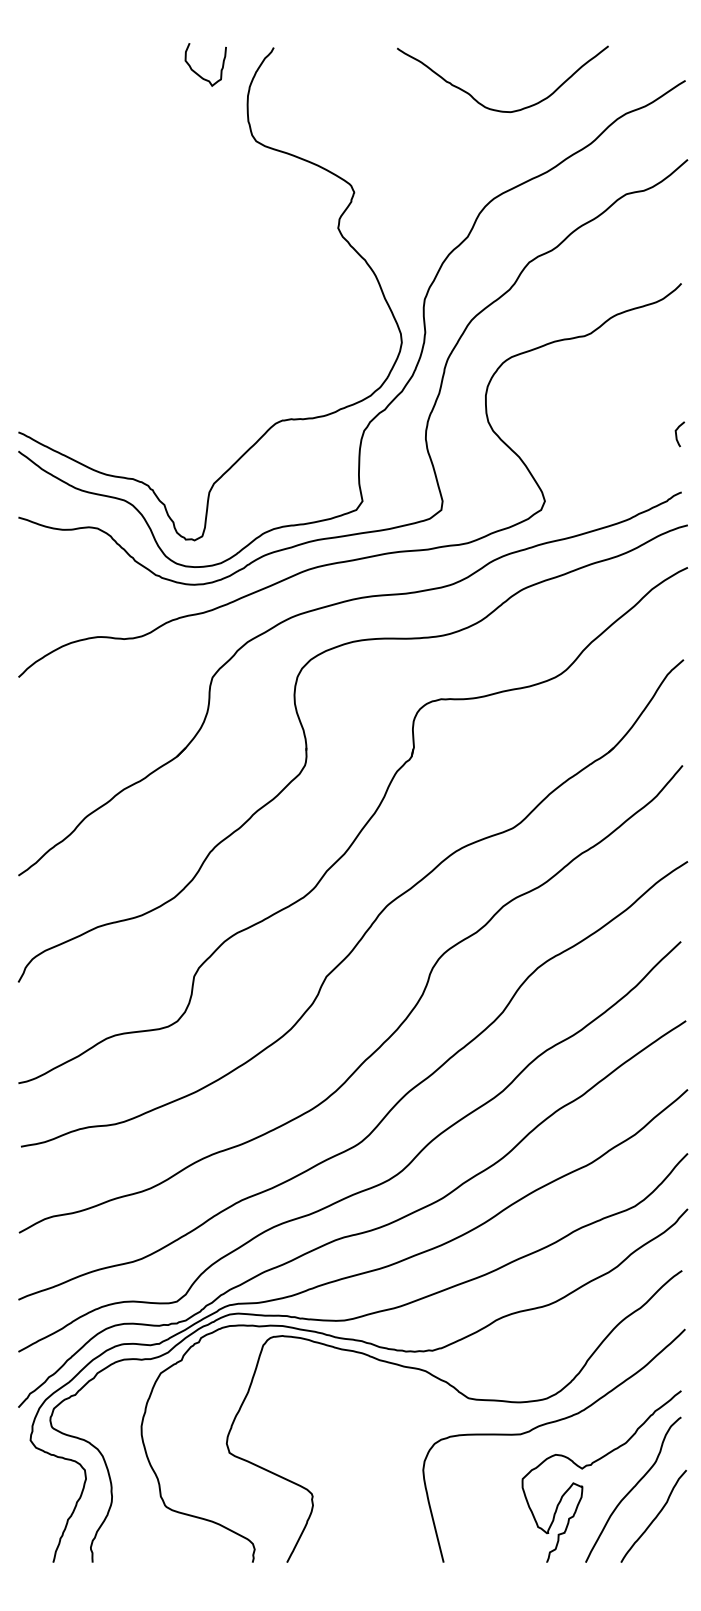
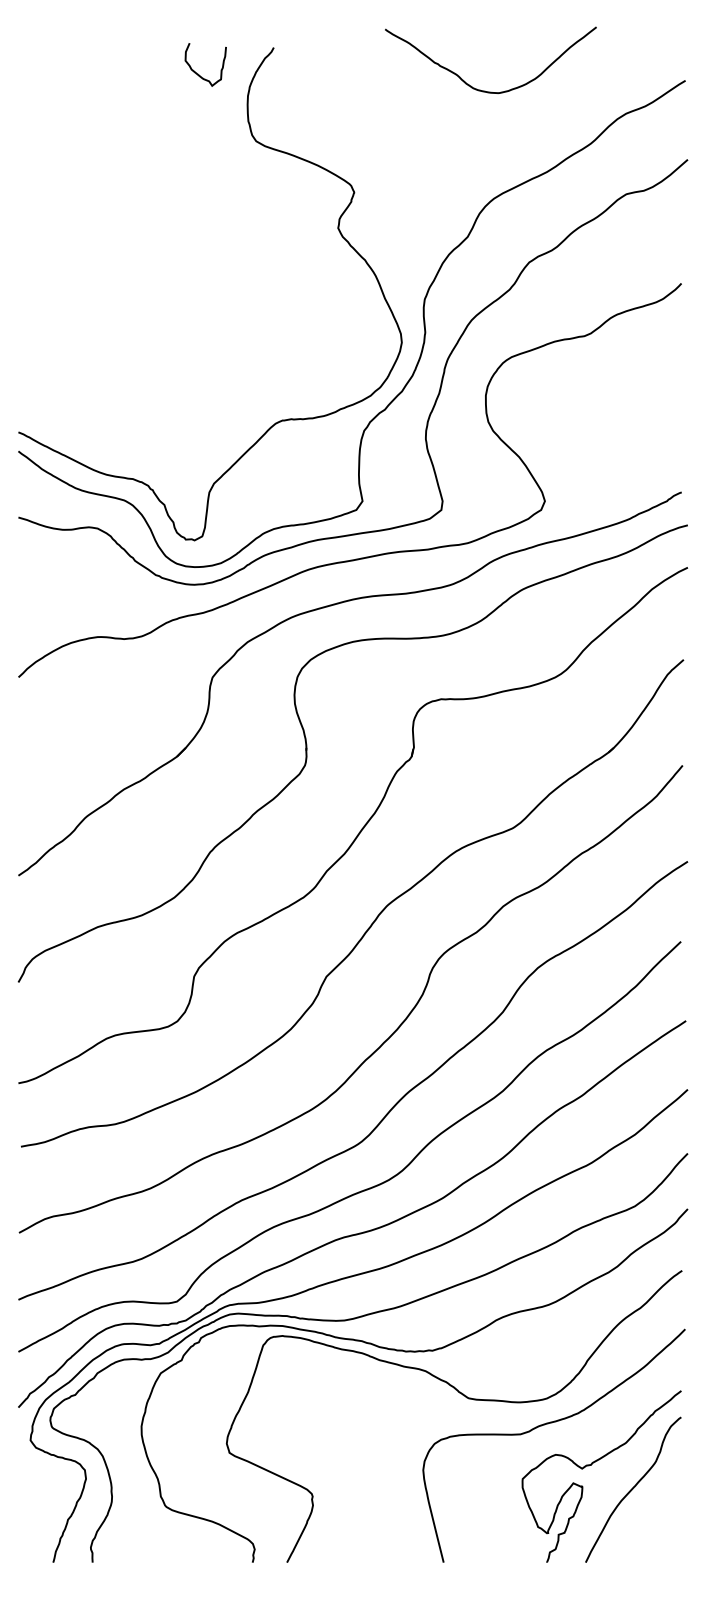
curve at (497, 109) position: (497, 109) -> (485, 90)
curve at (677, 435): present -> none
curve at (655, 1516): present -> none
